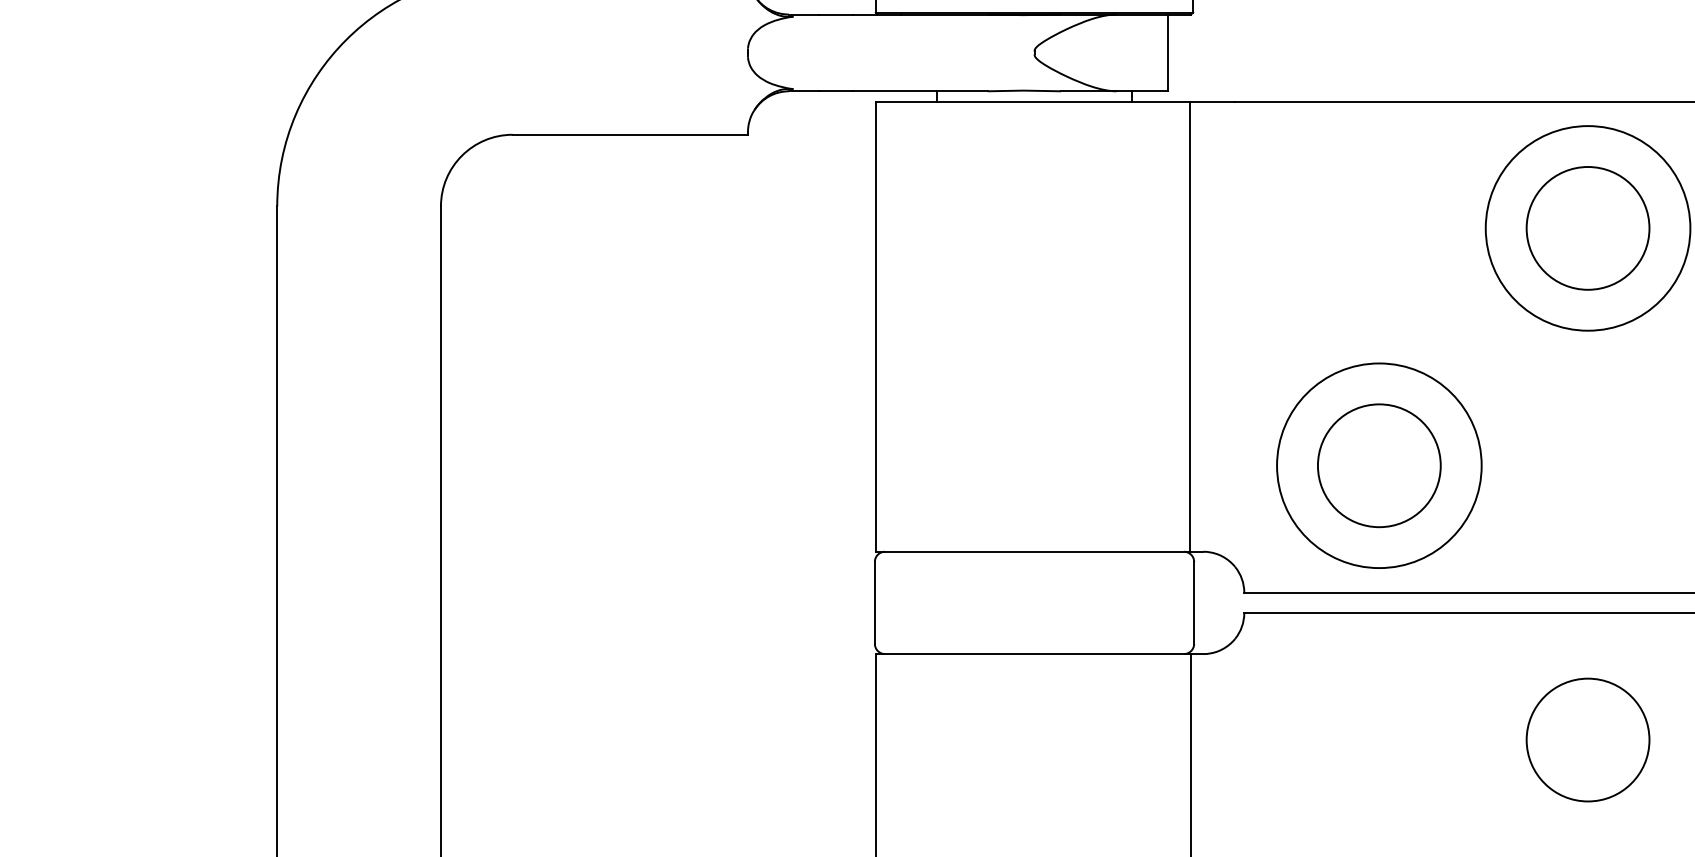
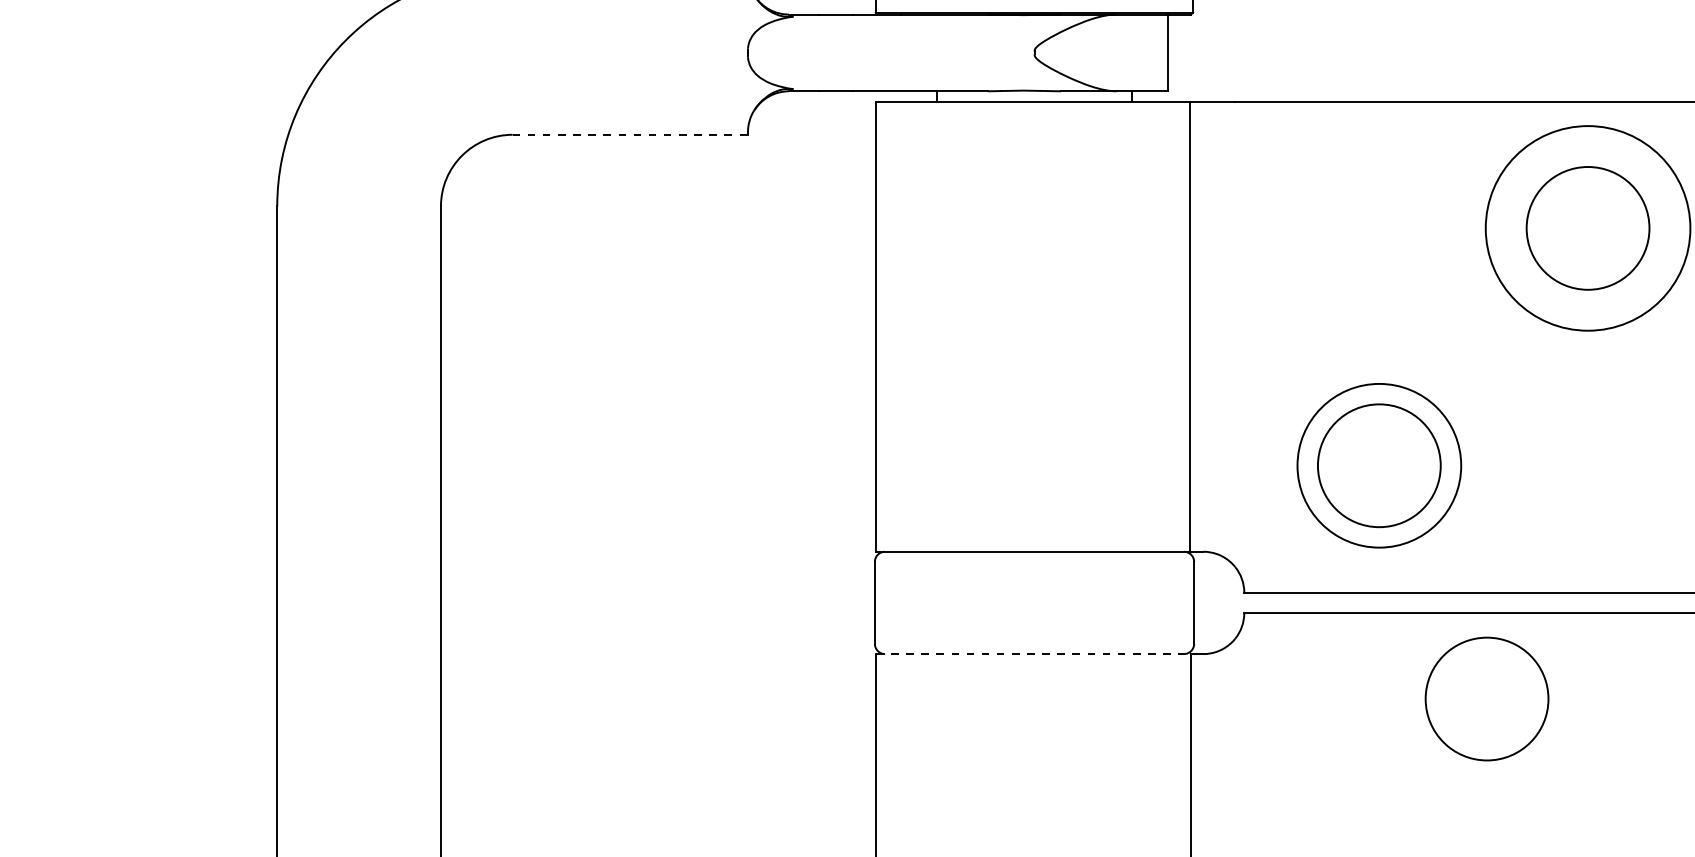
line at (630, 134): solid -> dashed
circle at (1379, 465) diameter: 205 px -> 164 px
line at (1033, 654): solid -> dashed
circle at (1587, 739) position: (1587, 739) -> (1486, 698)
